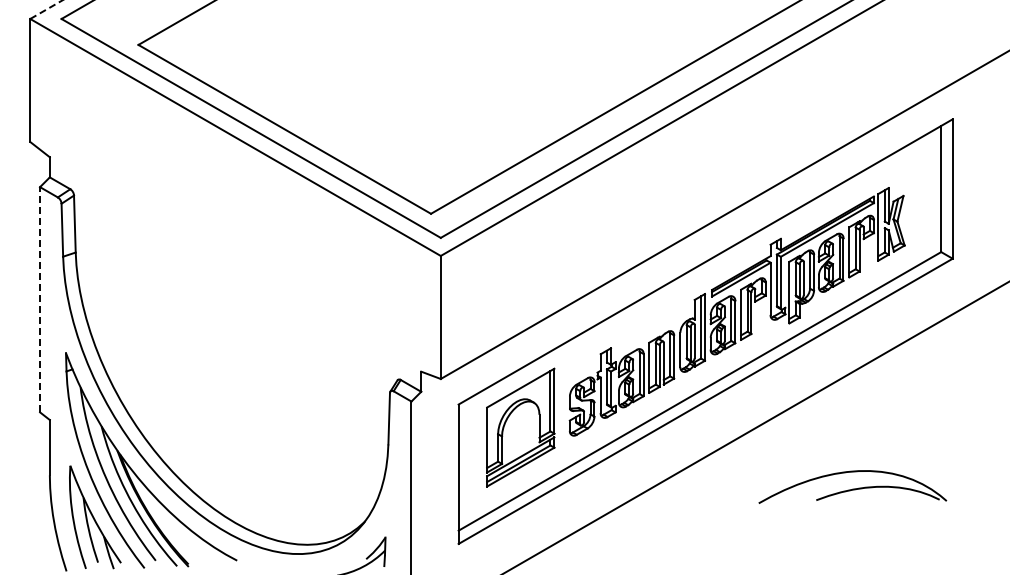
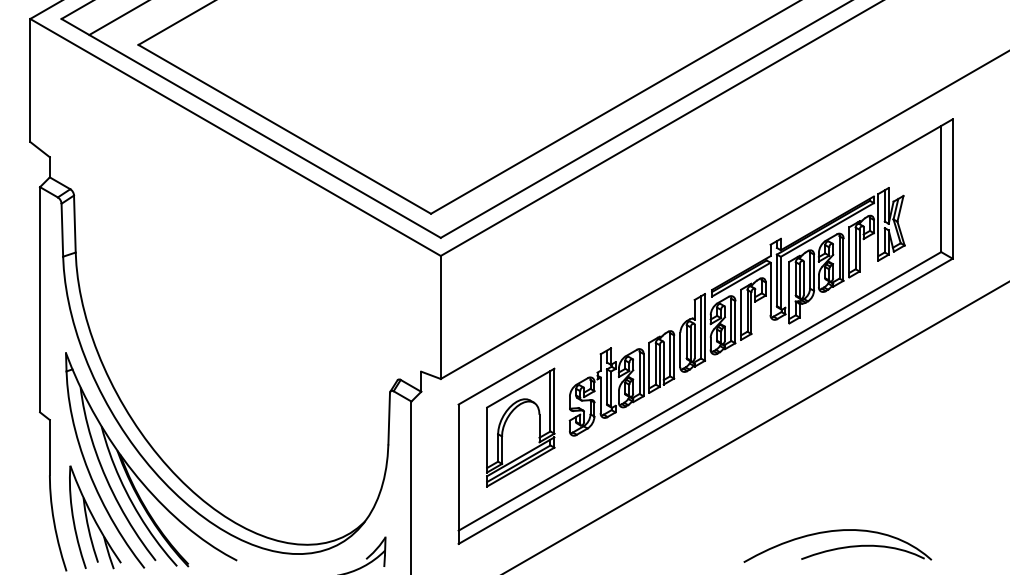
line at (46, 9): dashed -> solid
line at (117, 18): none -> present
line at (40, 299): dashed -> solid
part at (852, 486) position: (852, 486) -> (837, 545)
